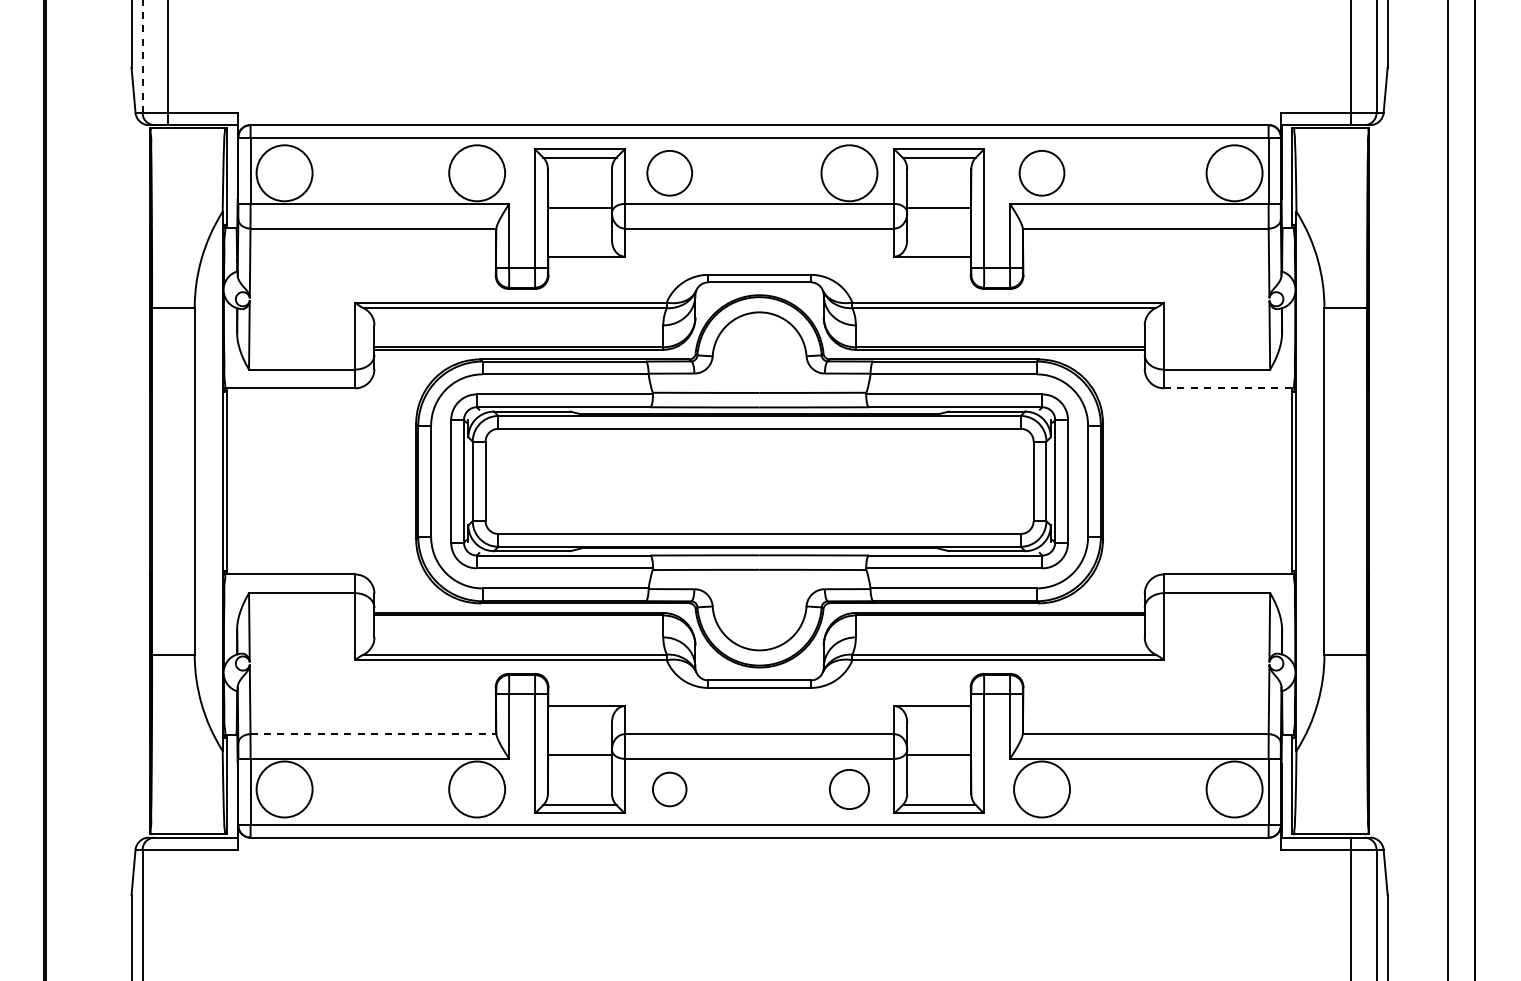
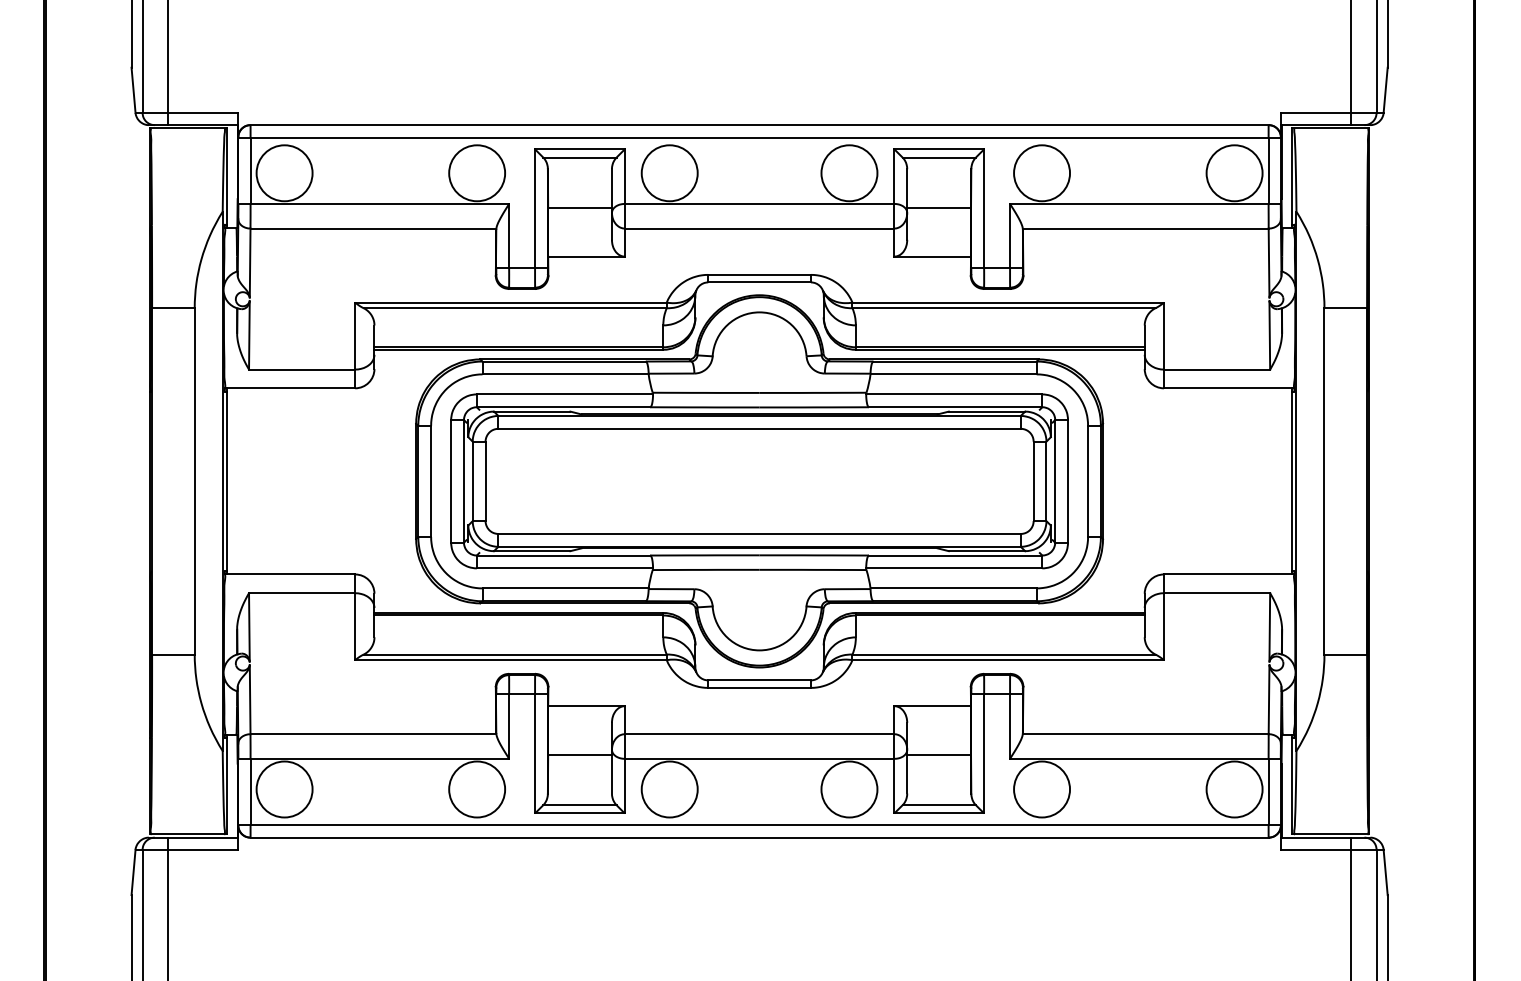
line at (142, 56): dashed -> solid
circle at (669, 172) diameter: 45 px -> 56 px
circle at (1041, 172) diameter: 45 px -> 56 px
line at (1229, 388): dashed -> solid
line at (1447, 489) position: (1447, 489) -> (1473, 489)
line at (373, 734): dashed -> solid
circle at (669, 789) diameter: 34 px -> 56 px
circle at (849, 789) diameter: 39 px -> 56 px
line at (168, 907): none -> present
